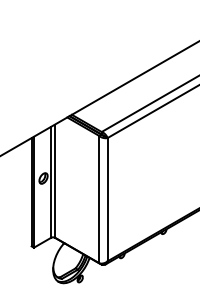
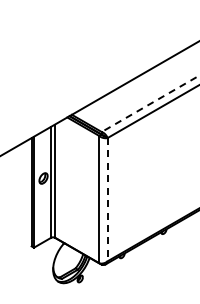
line at (150, 104): solid -> dashed
line at (107, 199): solid -> dashed
